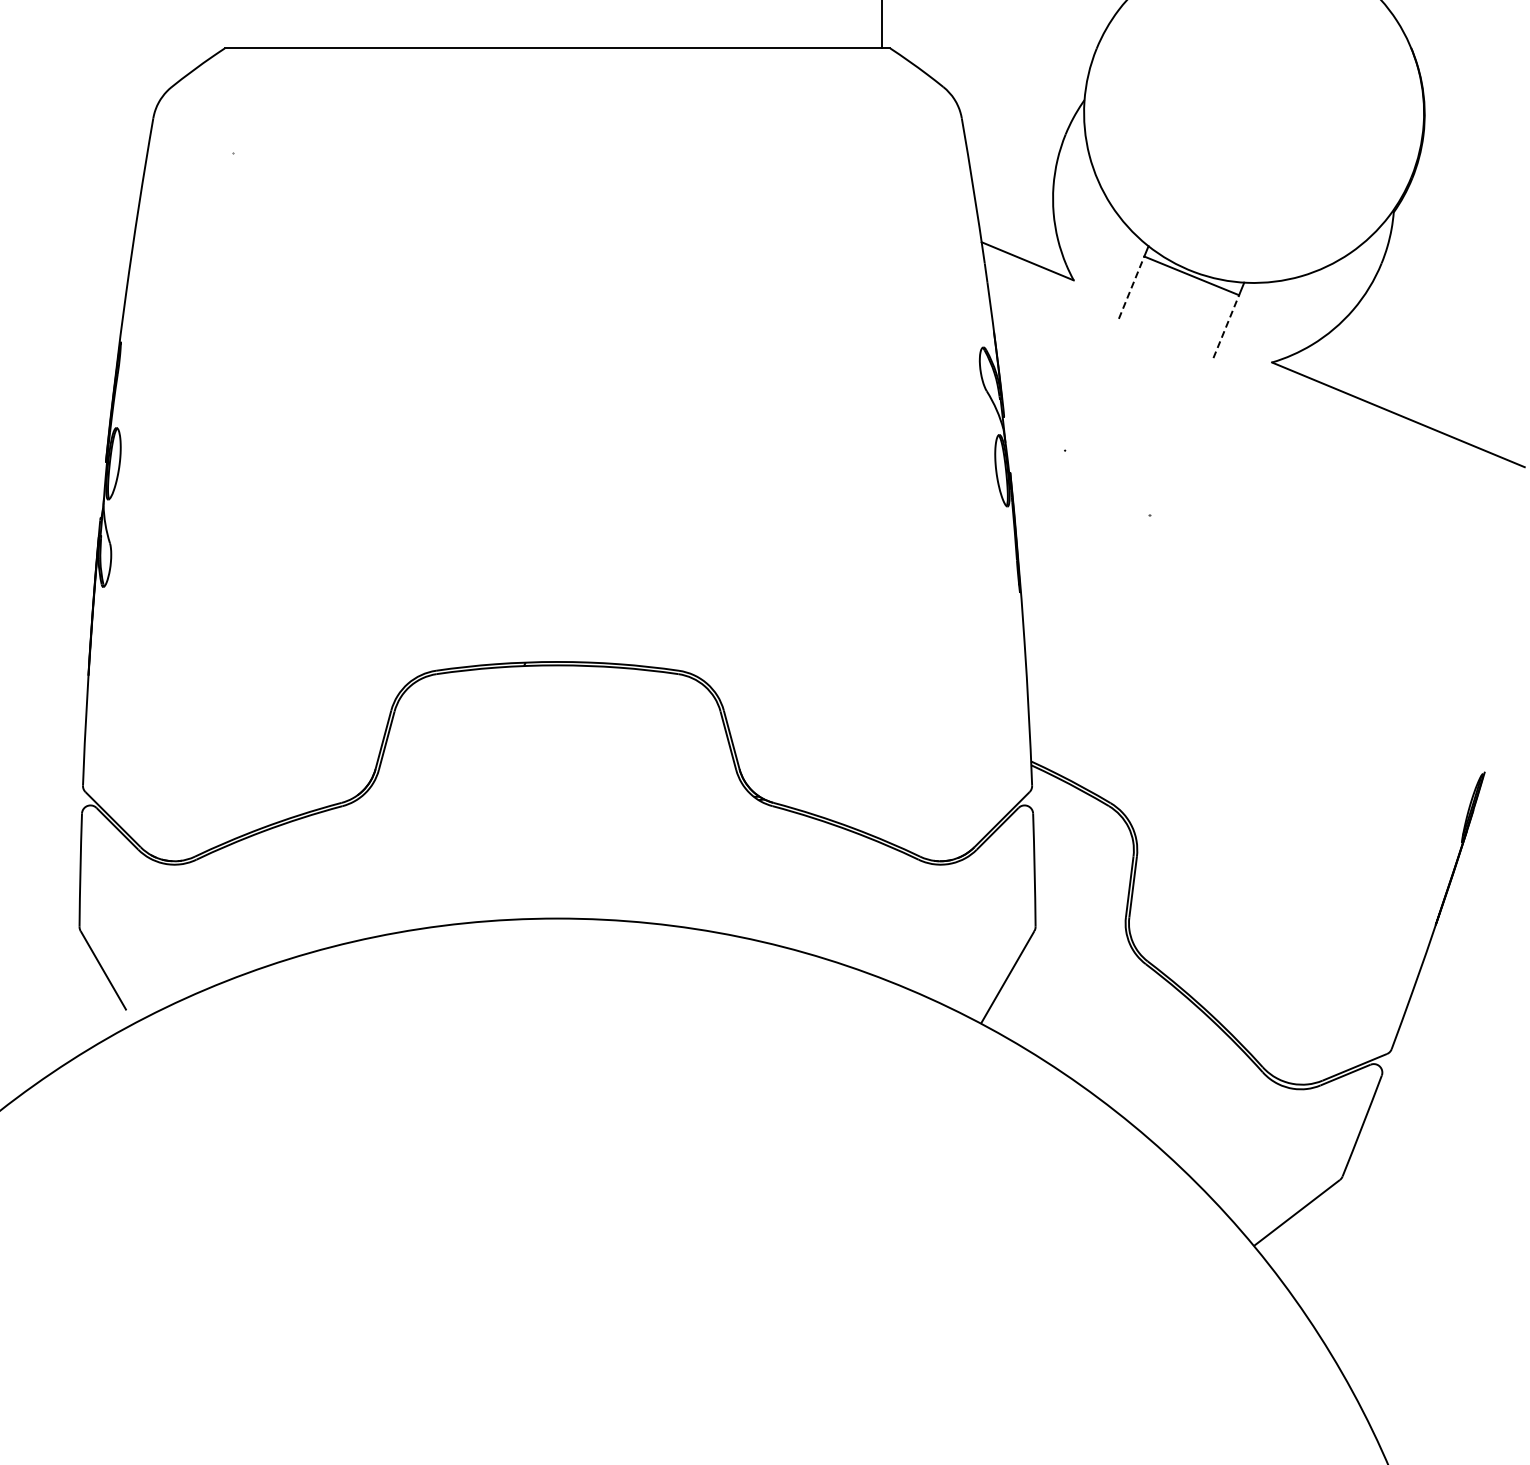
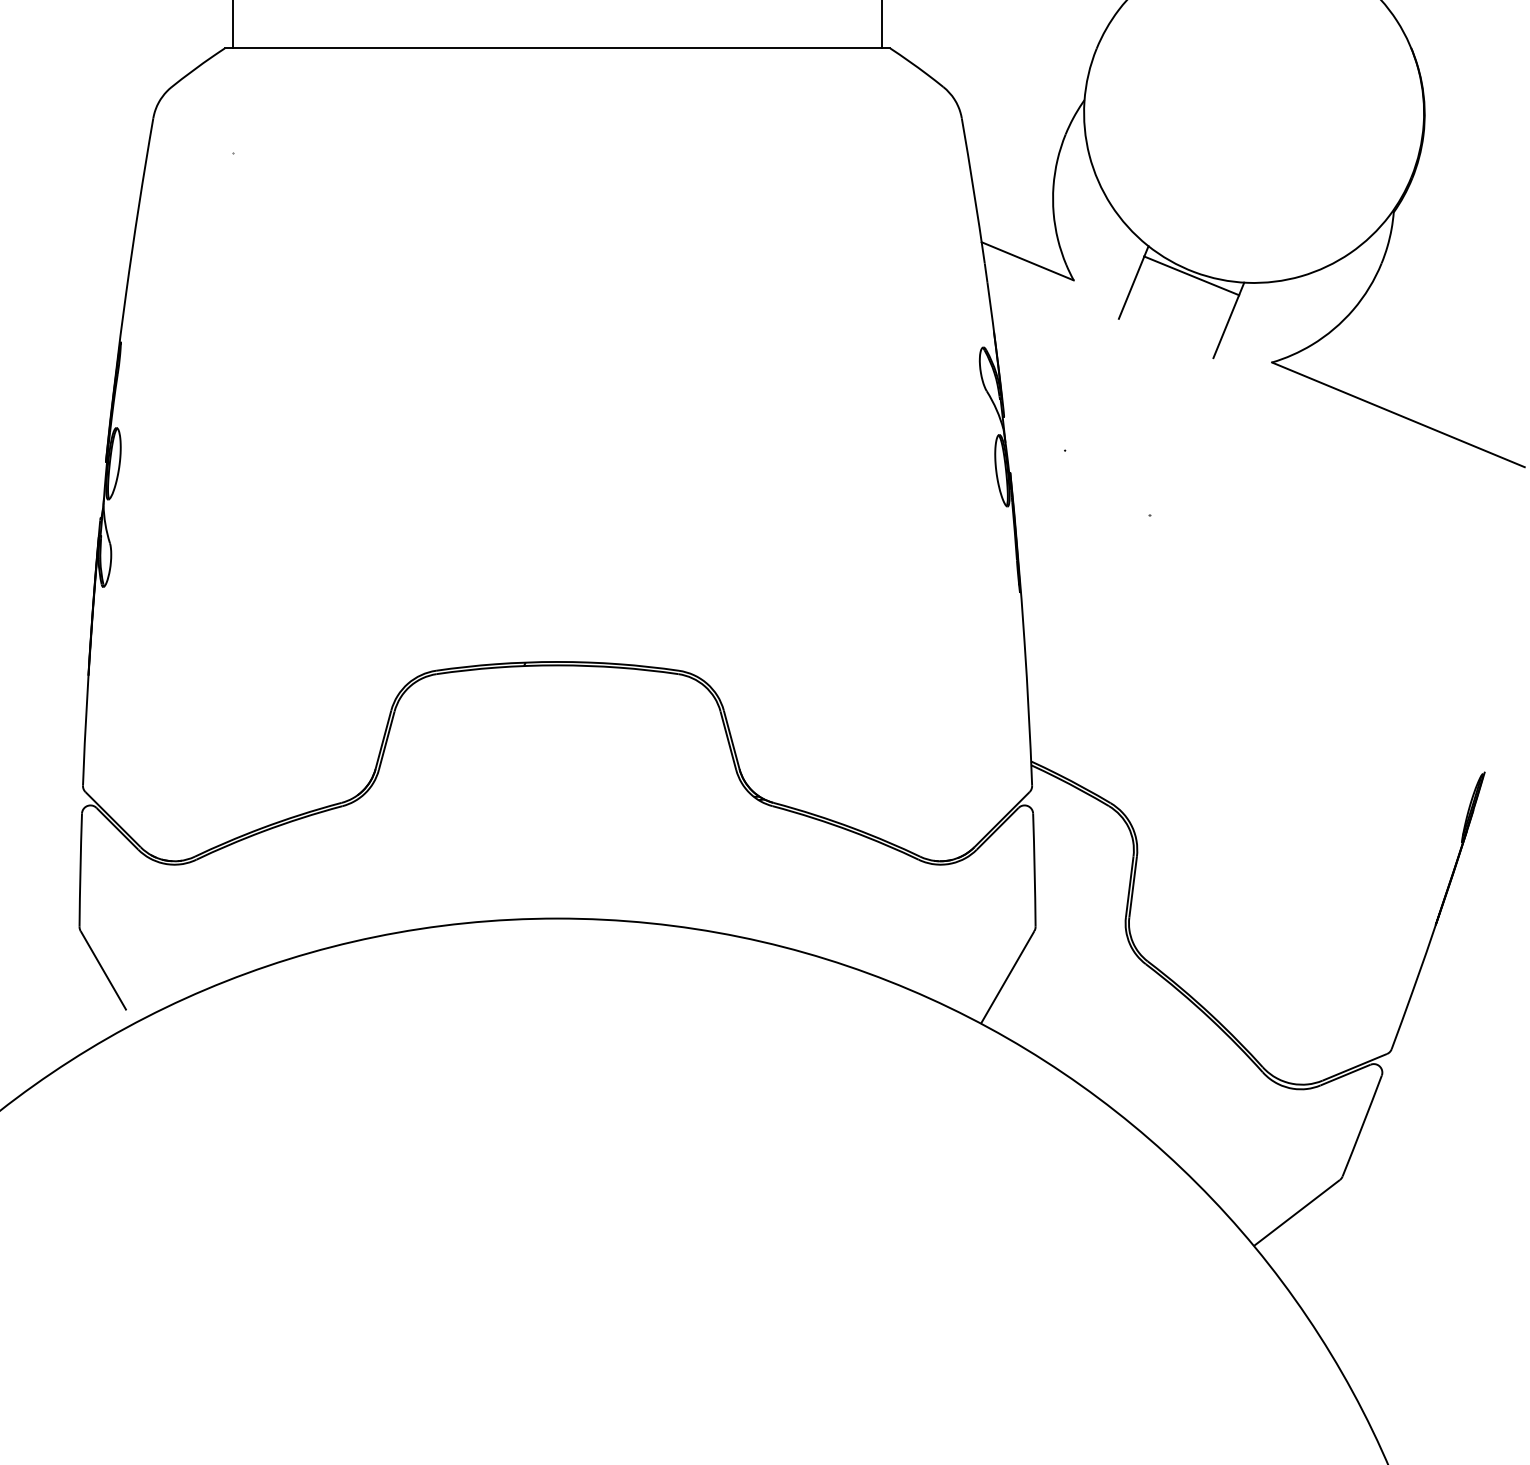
line at (233, 25): none -> present
line at (1131, 287): dashed -> solid
line at (1226, 326): dashed -> solid
